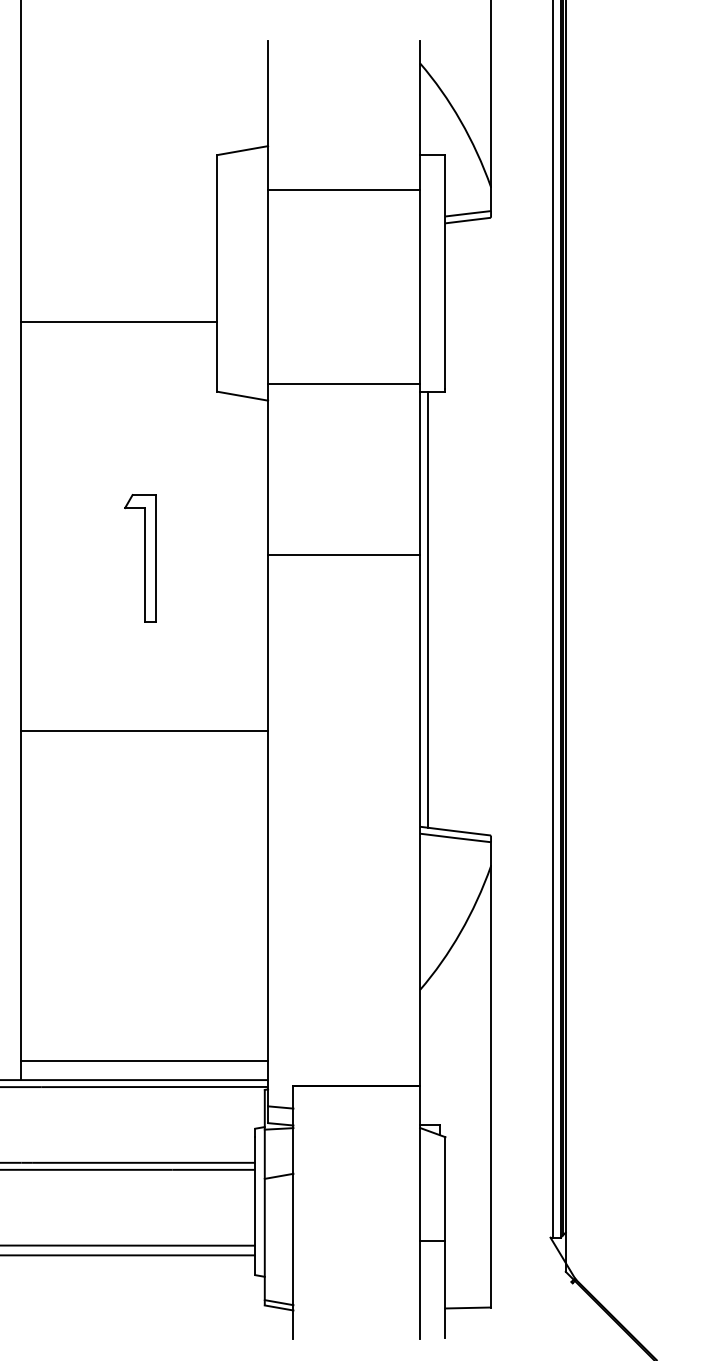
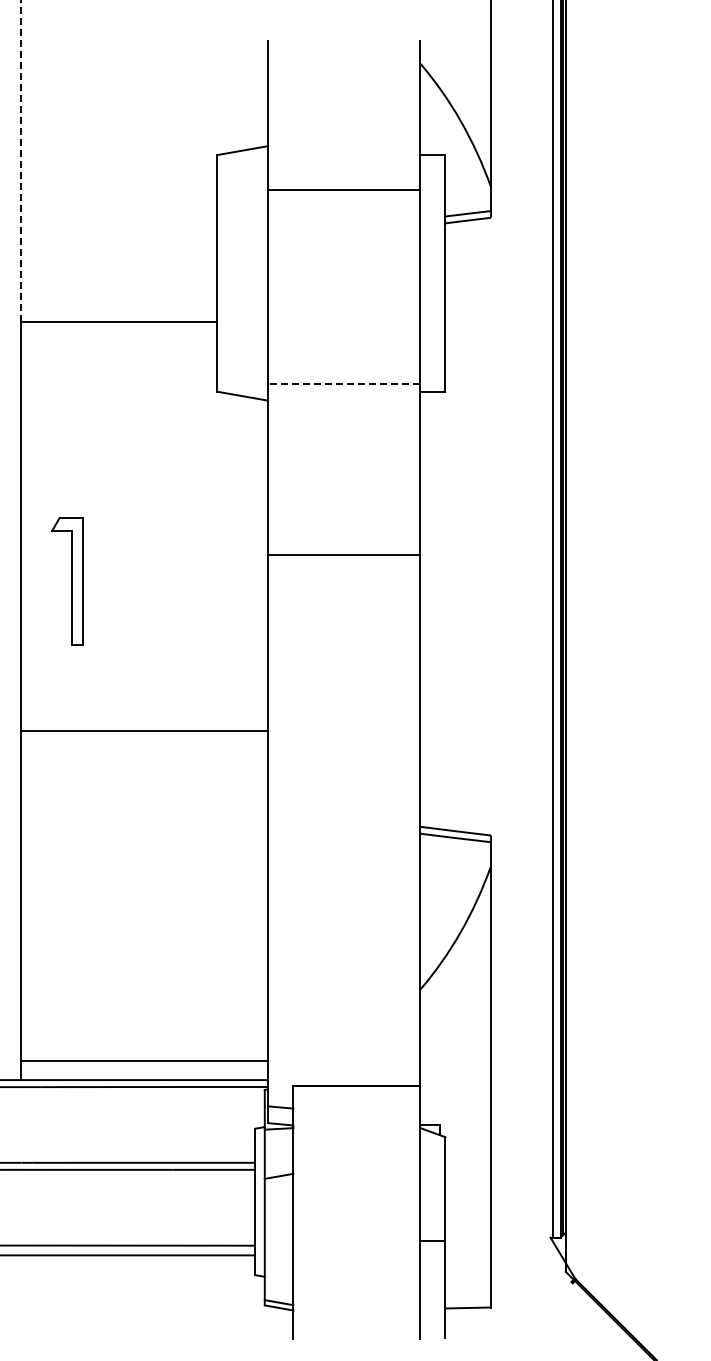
line at (21, 161): solid -> dashed
line at (343, 383): solid -> dashed
part at (140, 558) position: (140, 558) -> (67, 581)
line at (427, 609): present -> none
